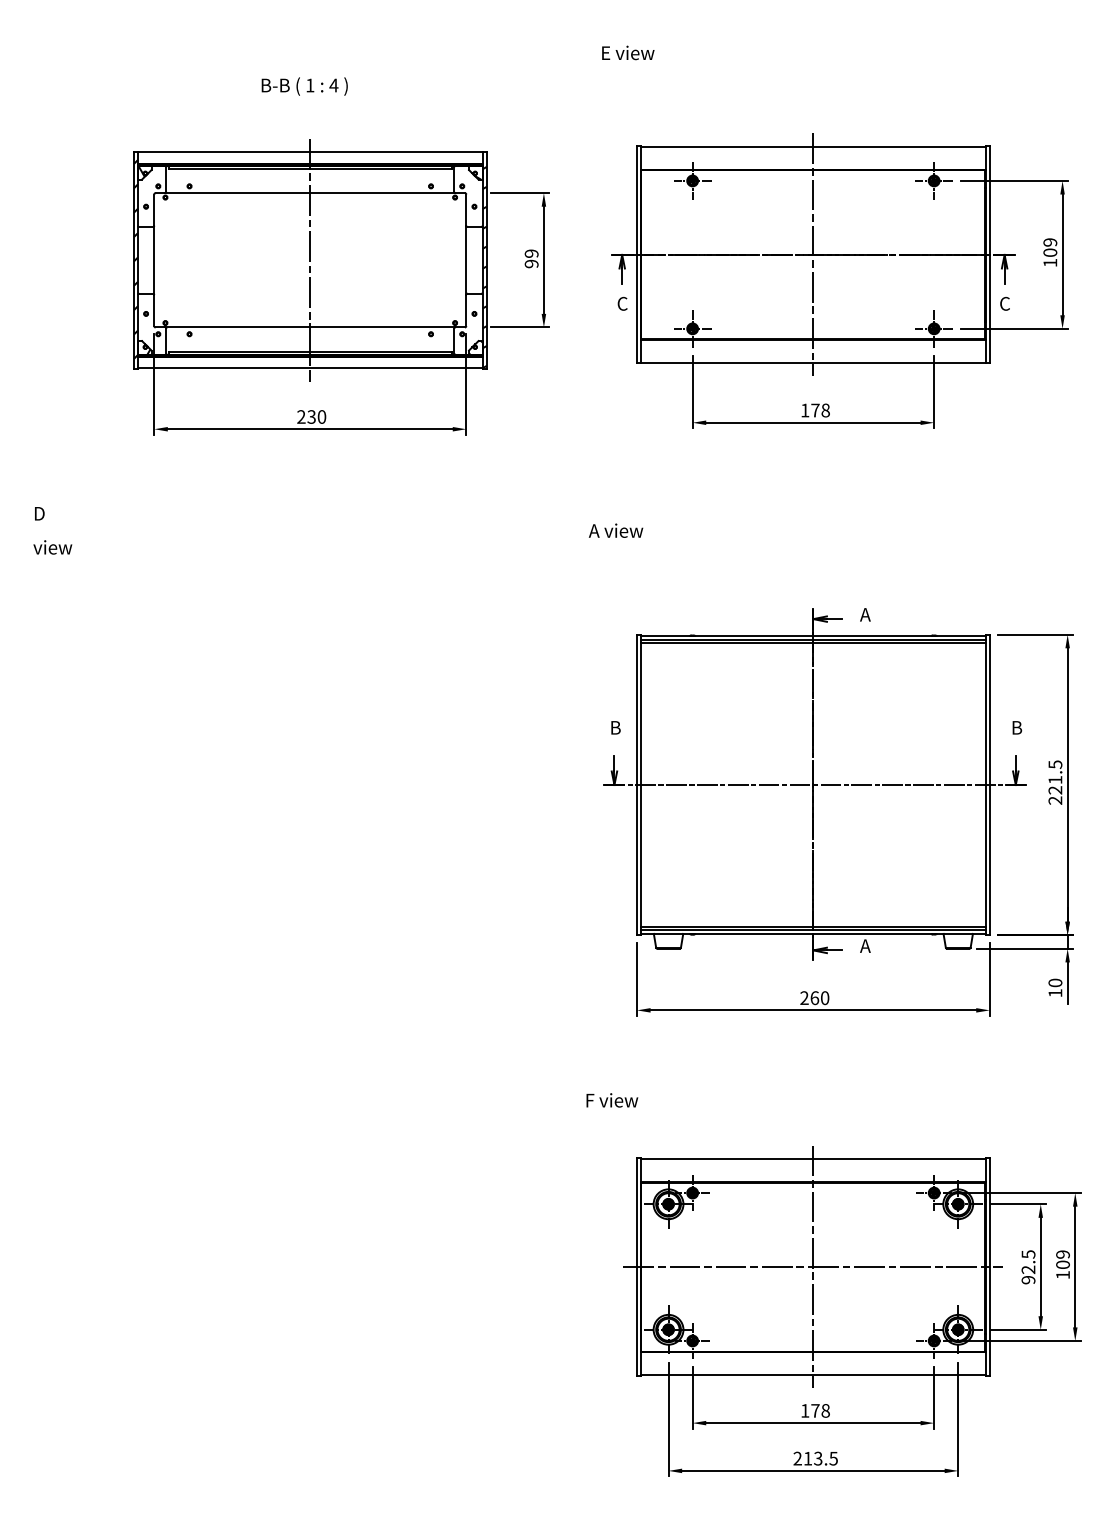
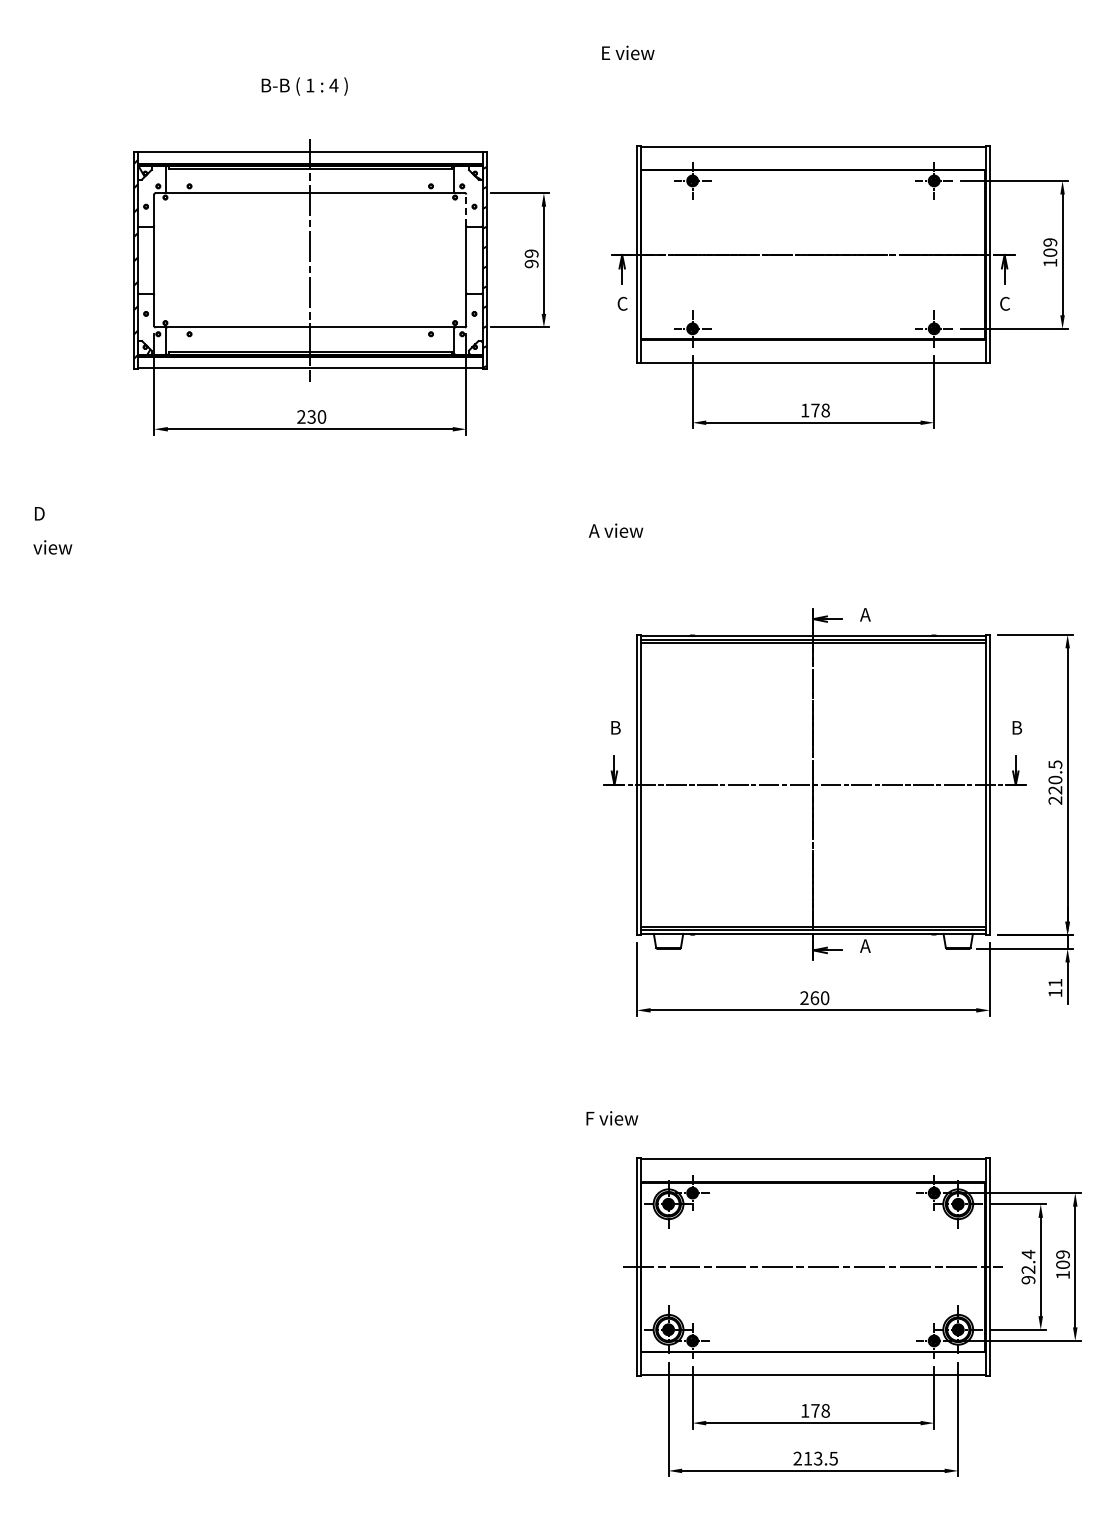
line at (466, 210): solid -> dashed
line at (813, 254): present -> none
text at (1055, 779): 221.5 -> 220.5
text at (1055, 982): 10 -> 11
text at (612, 1100) position: (612, 1100) -> (612, 1118)
text at (1028, 1254): 92.5 -> 92.4
line at (813, 1266): present -> none
